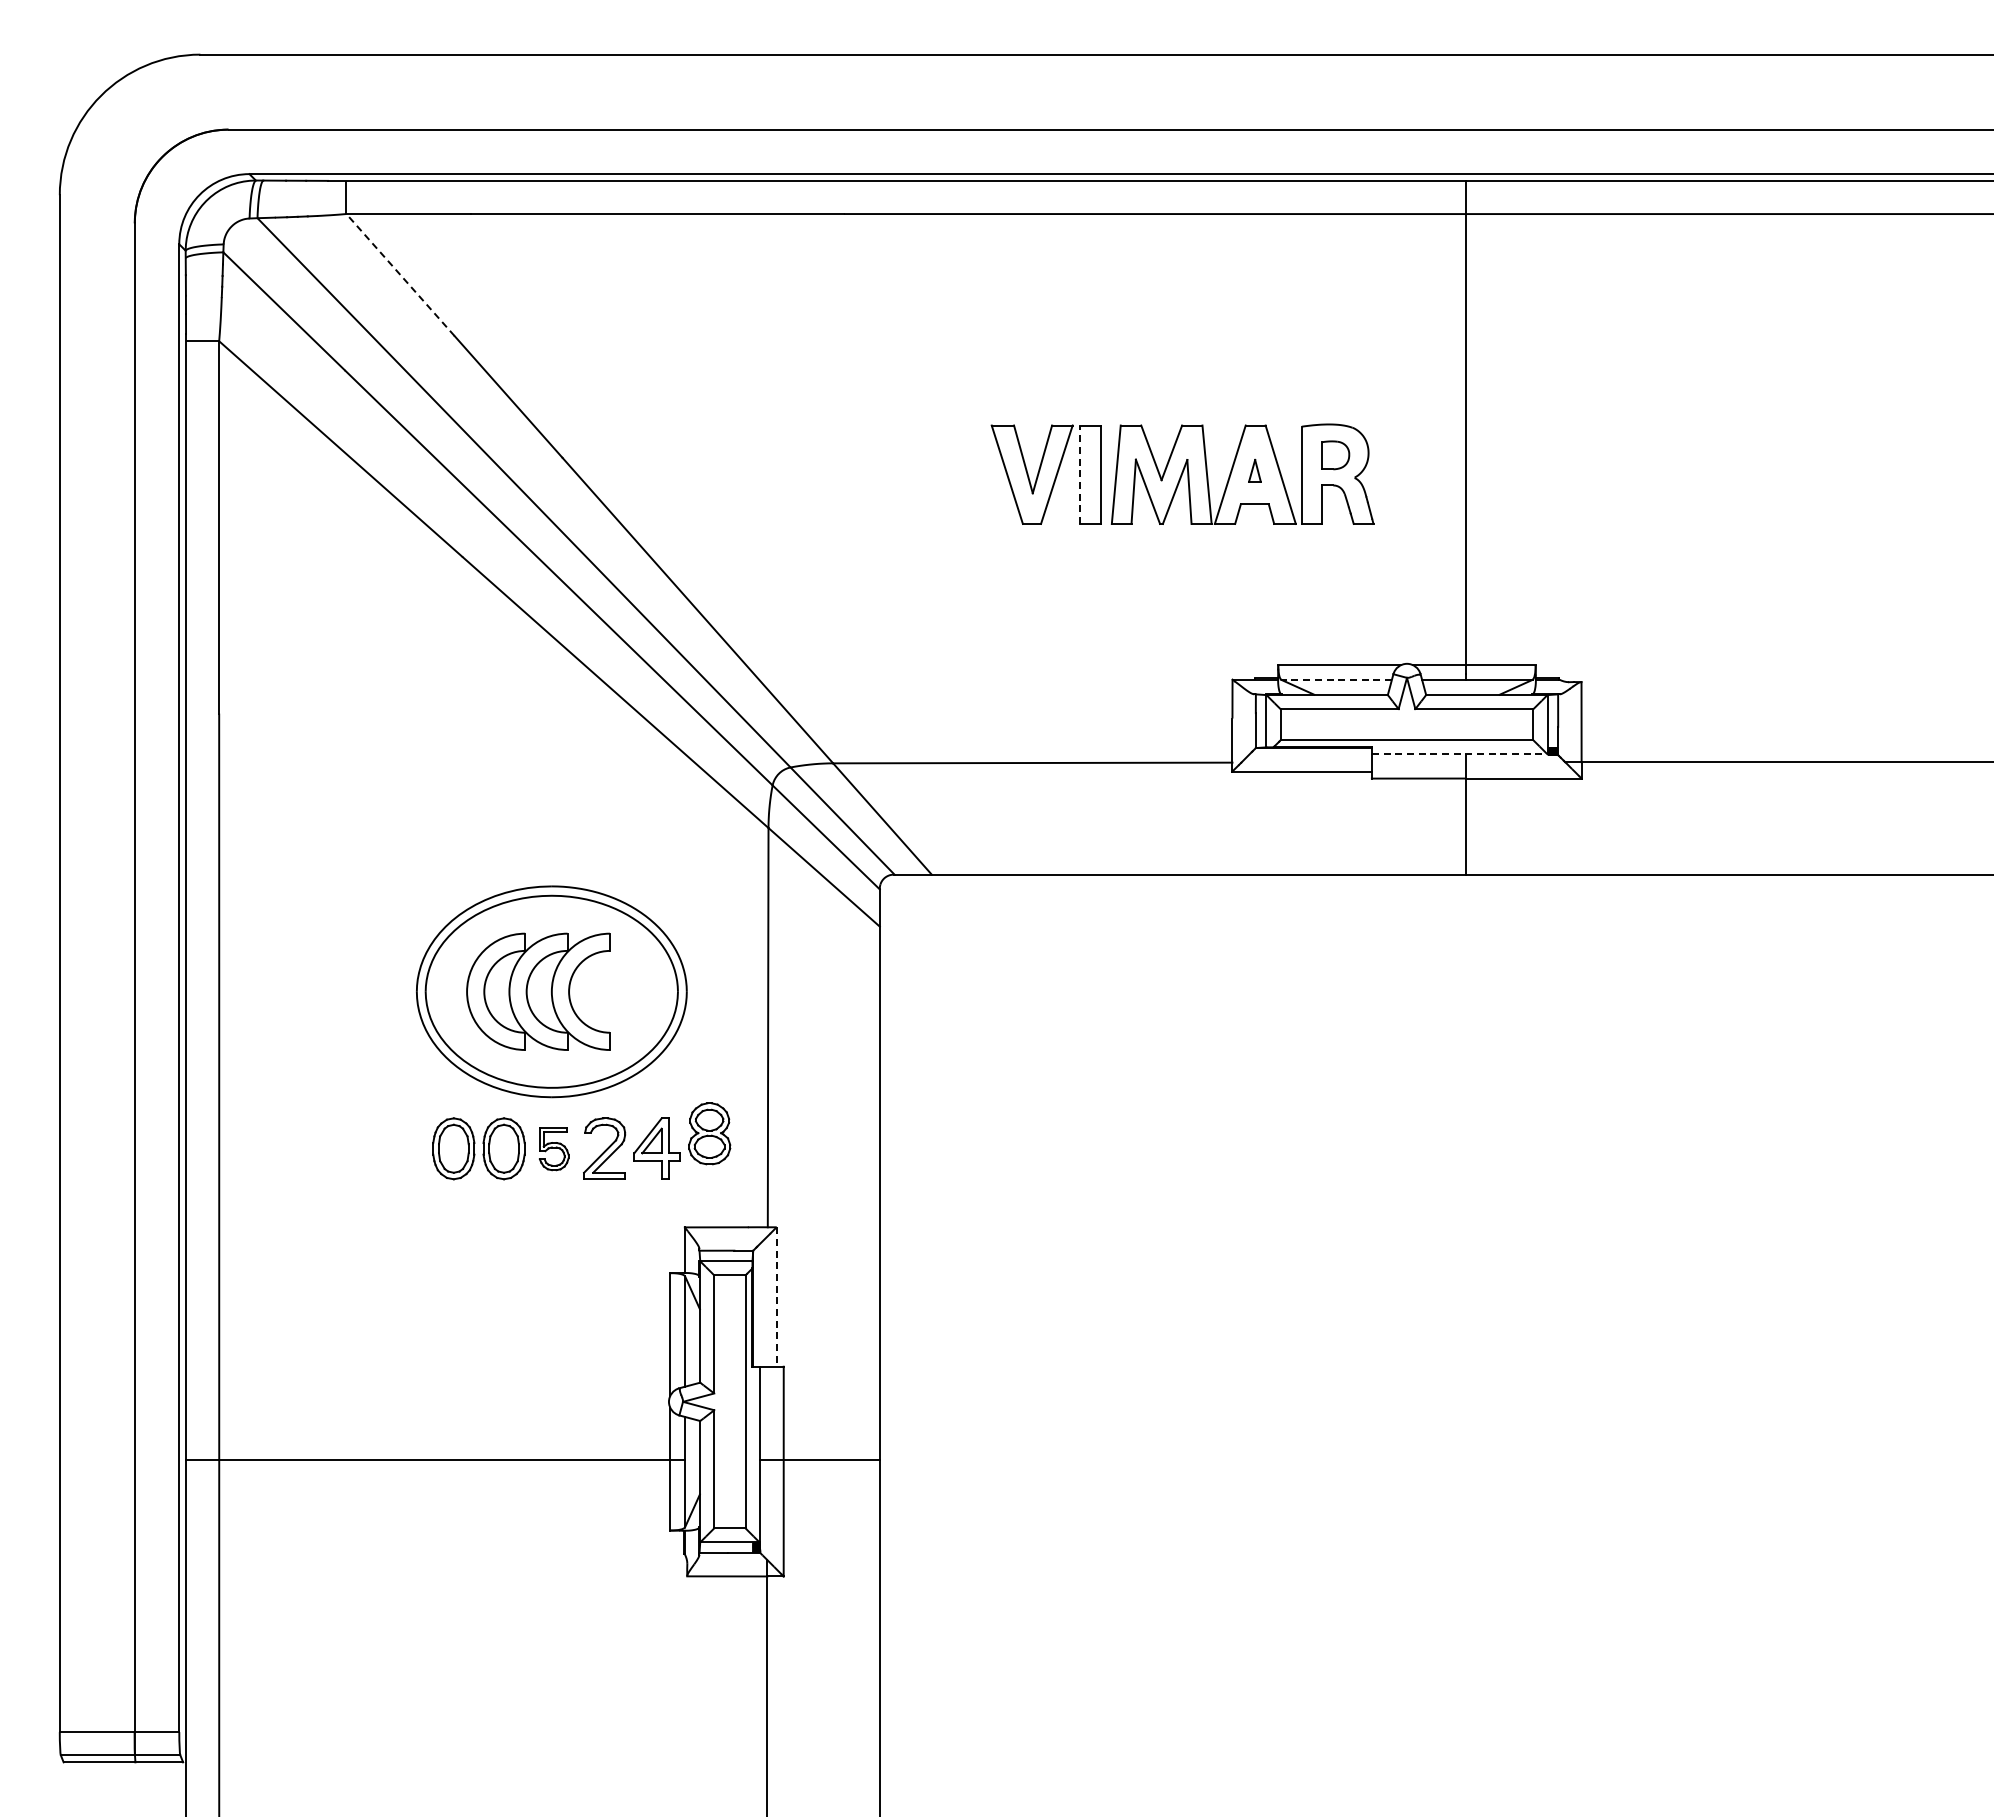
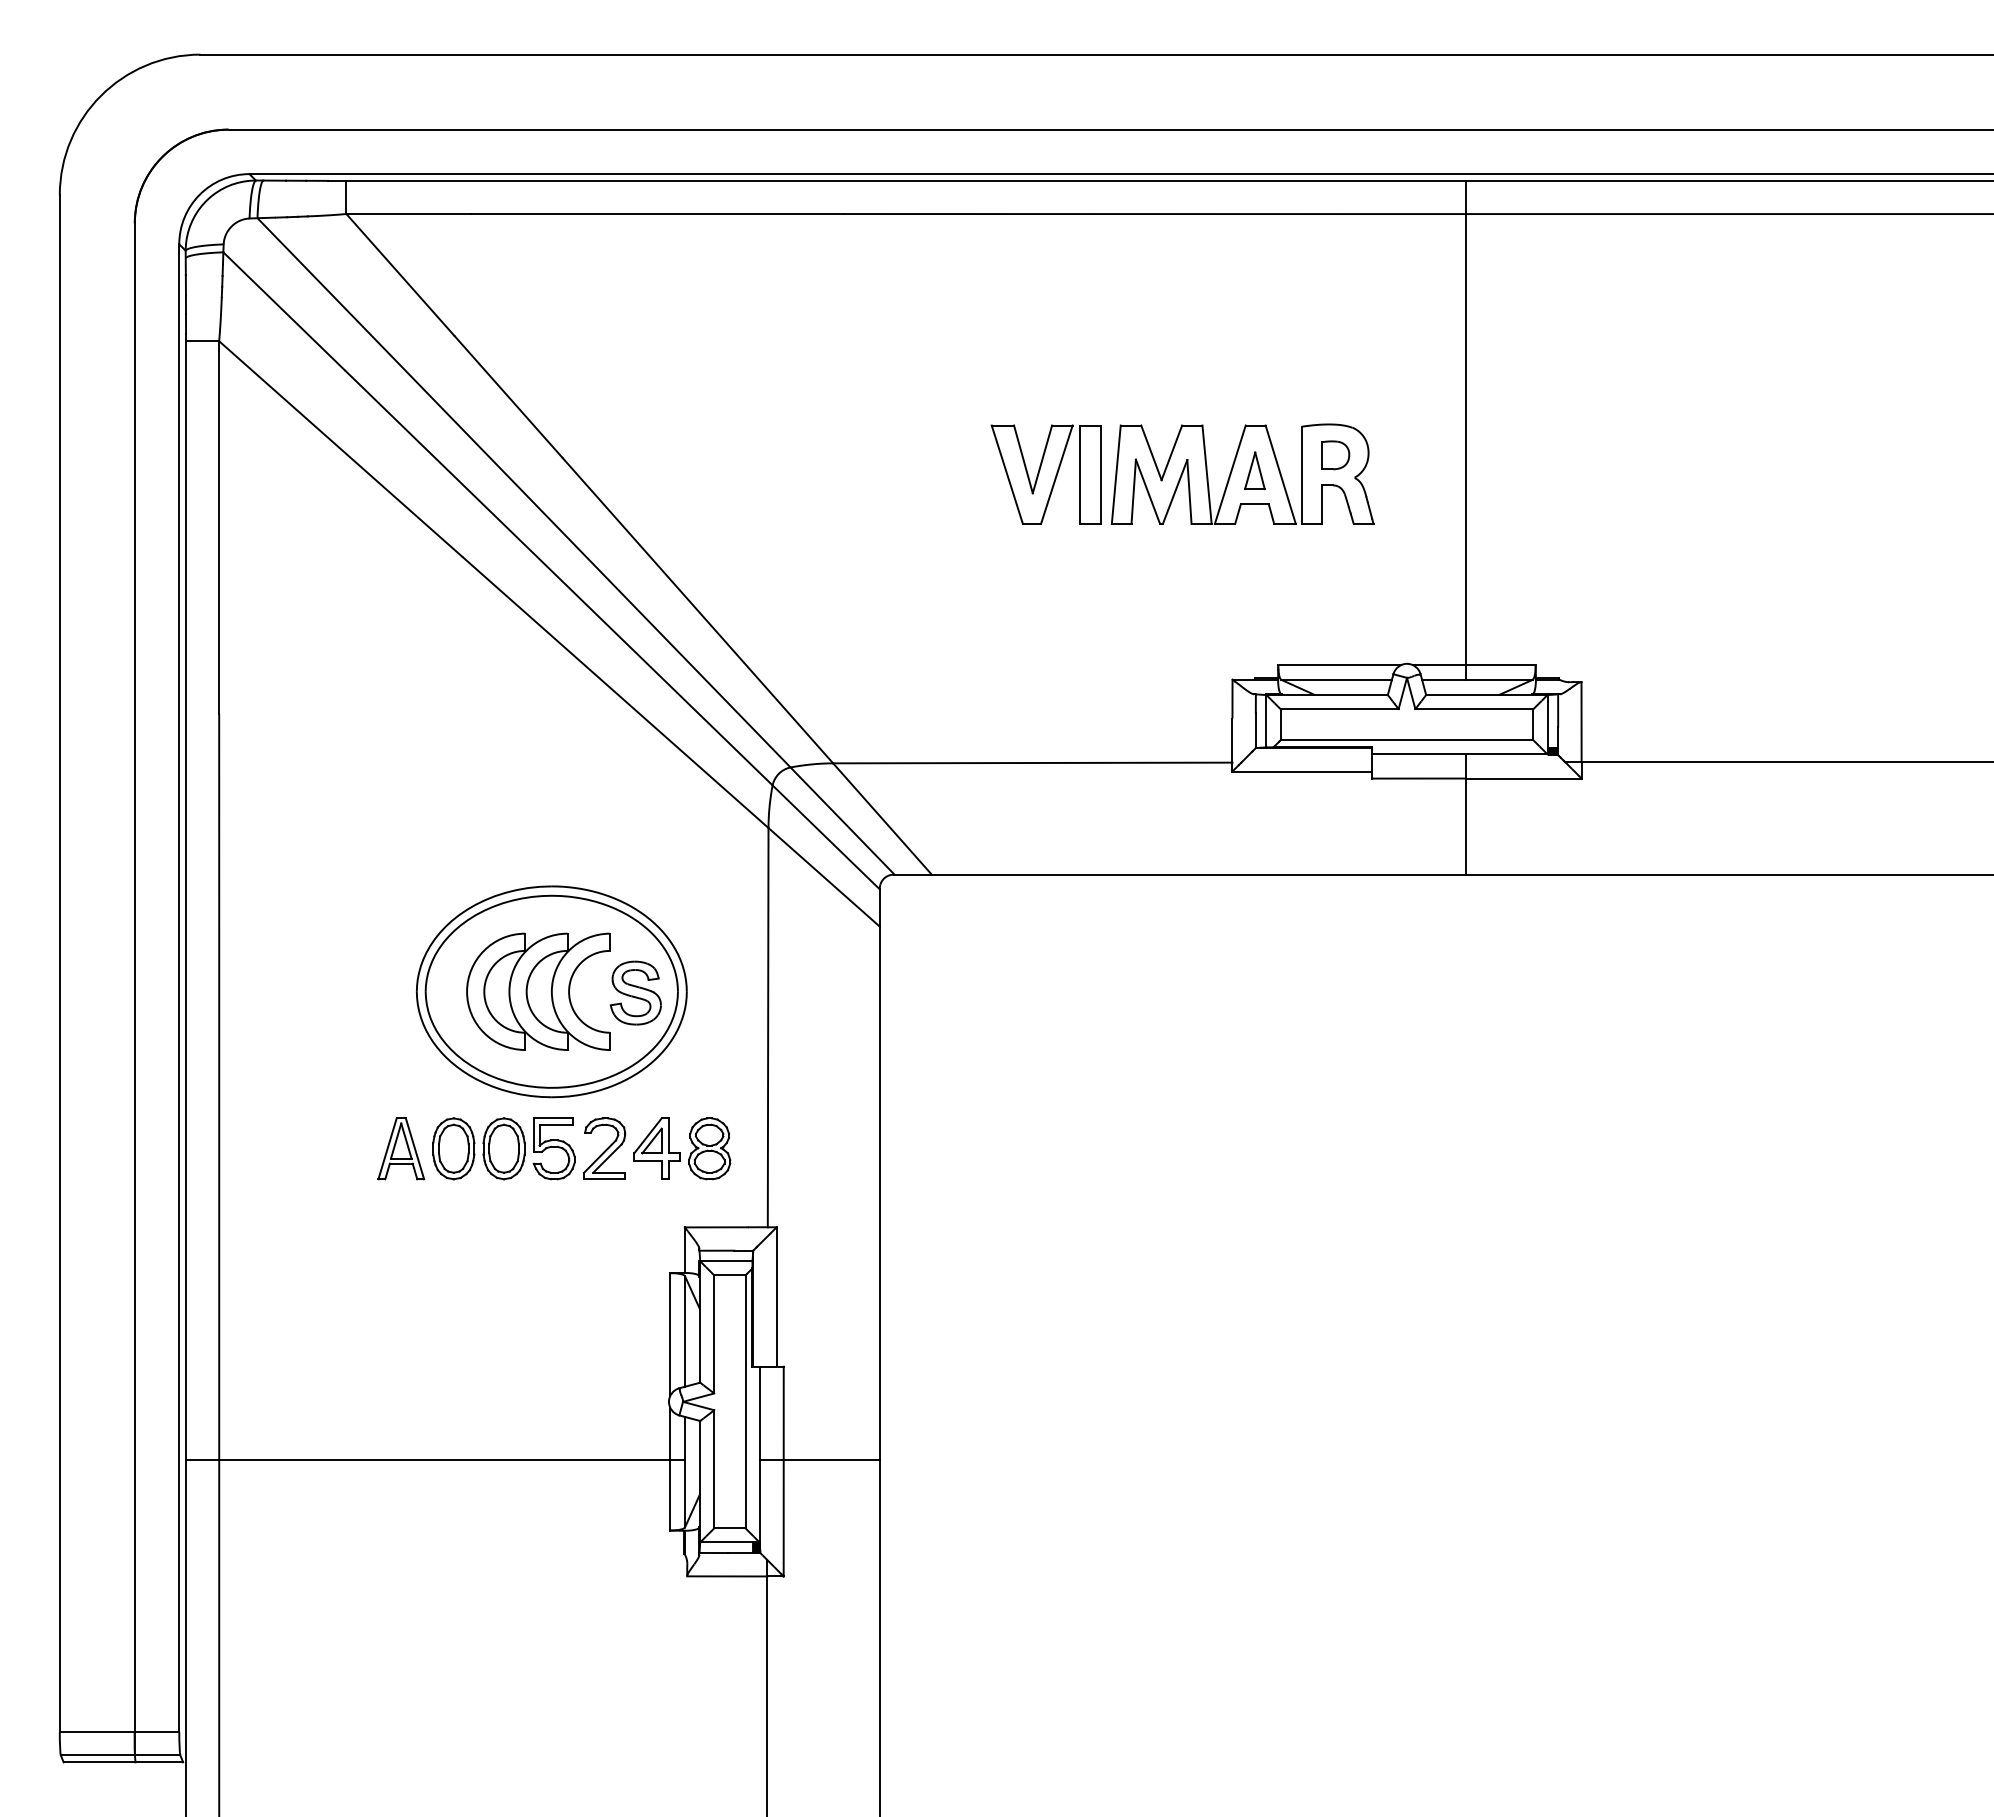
line at (400, 275): dashed -> solid
part at (1254, 470) size: 14x25 px -> 22x40 px
line at (1080, 474): dashed -> solid
line at (1336, 679): dashed -> solid
line at (1459, 754): dashed -> solid
part at (635, 992): none -> present
part at (709, 1133) position: (709, 1133) -> (709, 1148)
part at (401, 1148): none -> present
part at (554, 1149) size: 31x45 px -> 44x64 px
line at (776, 1297): dashed -> solid
